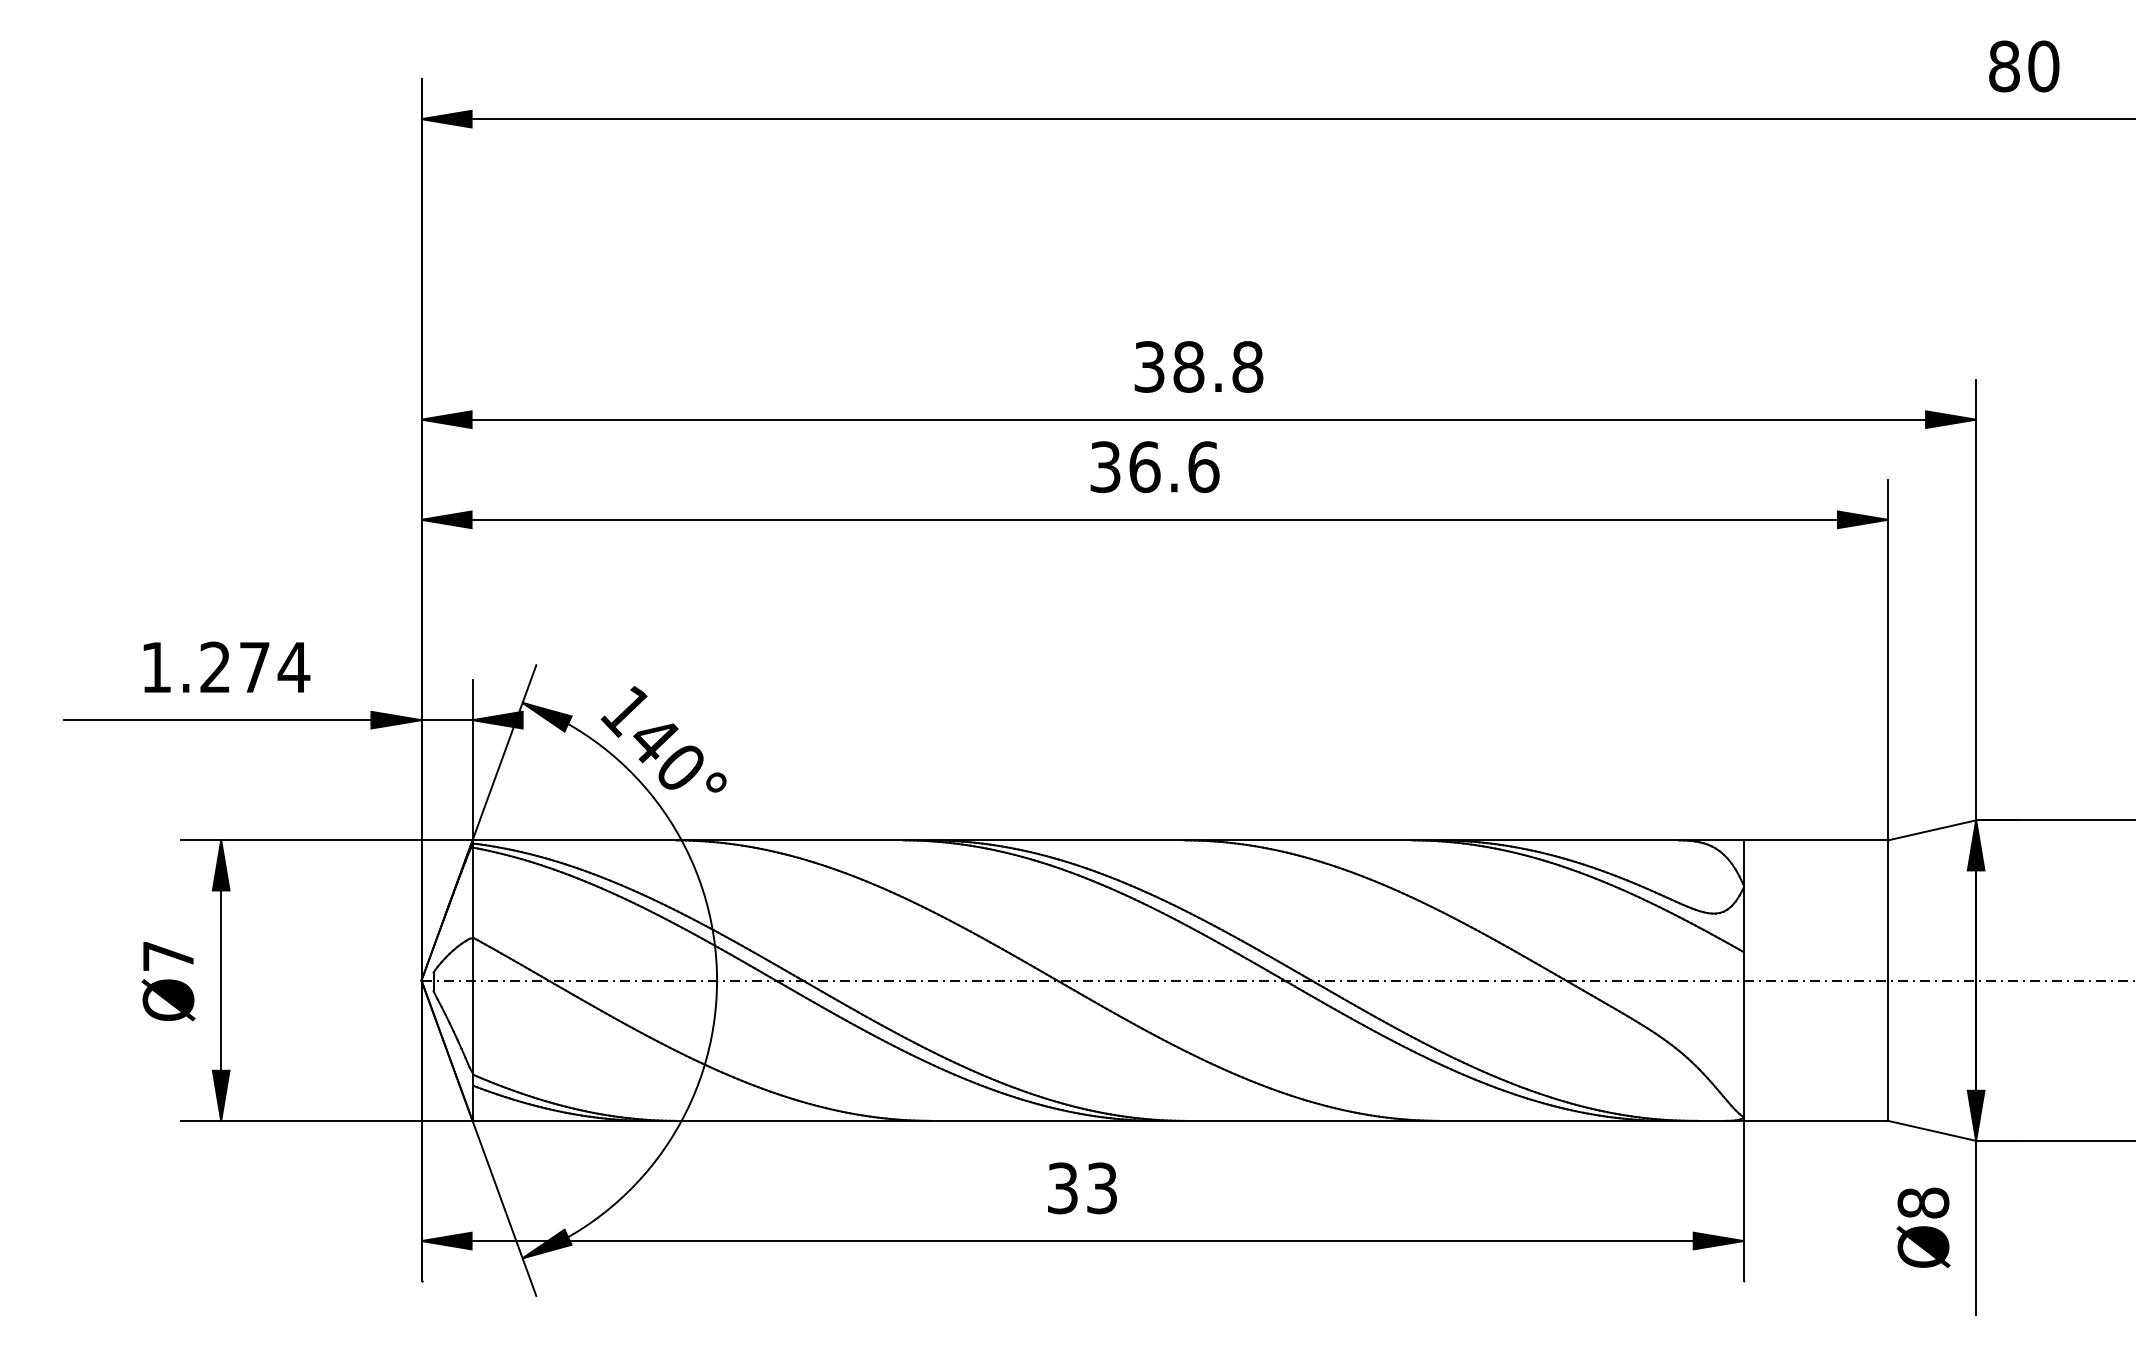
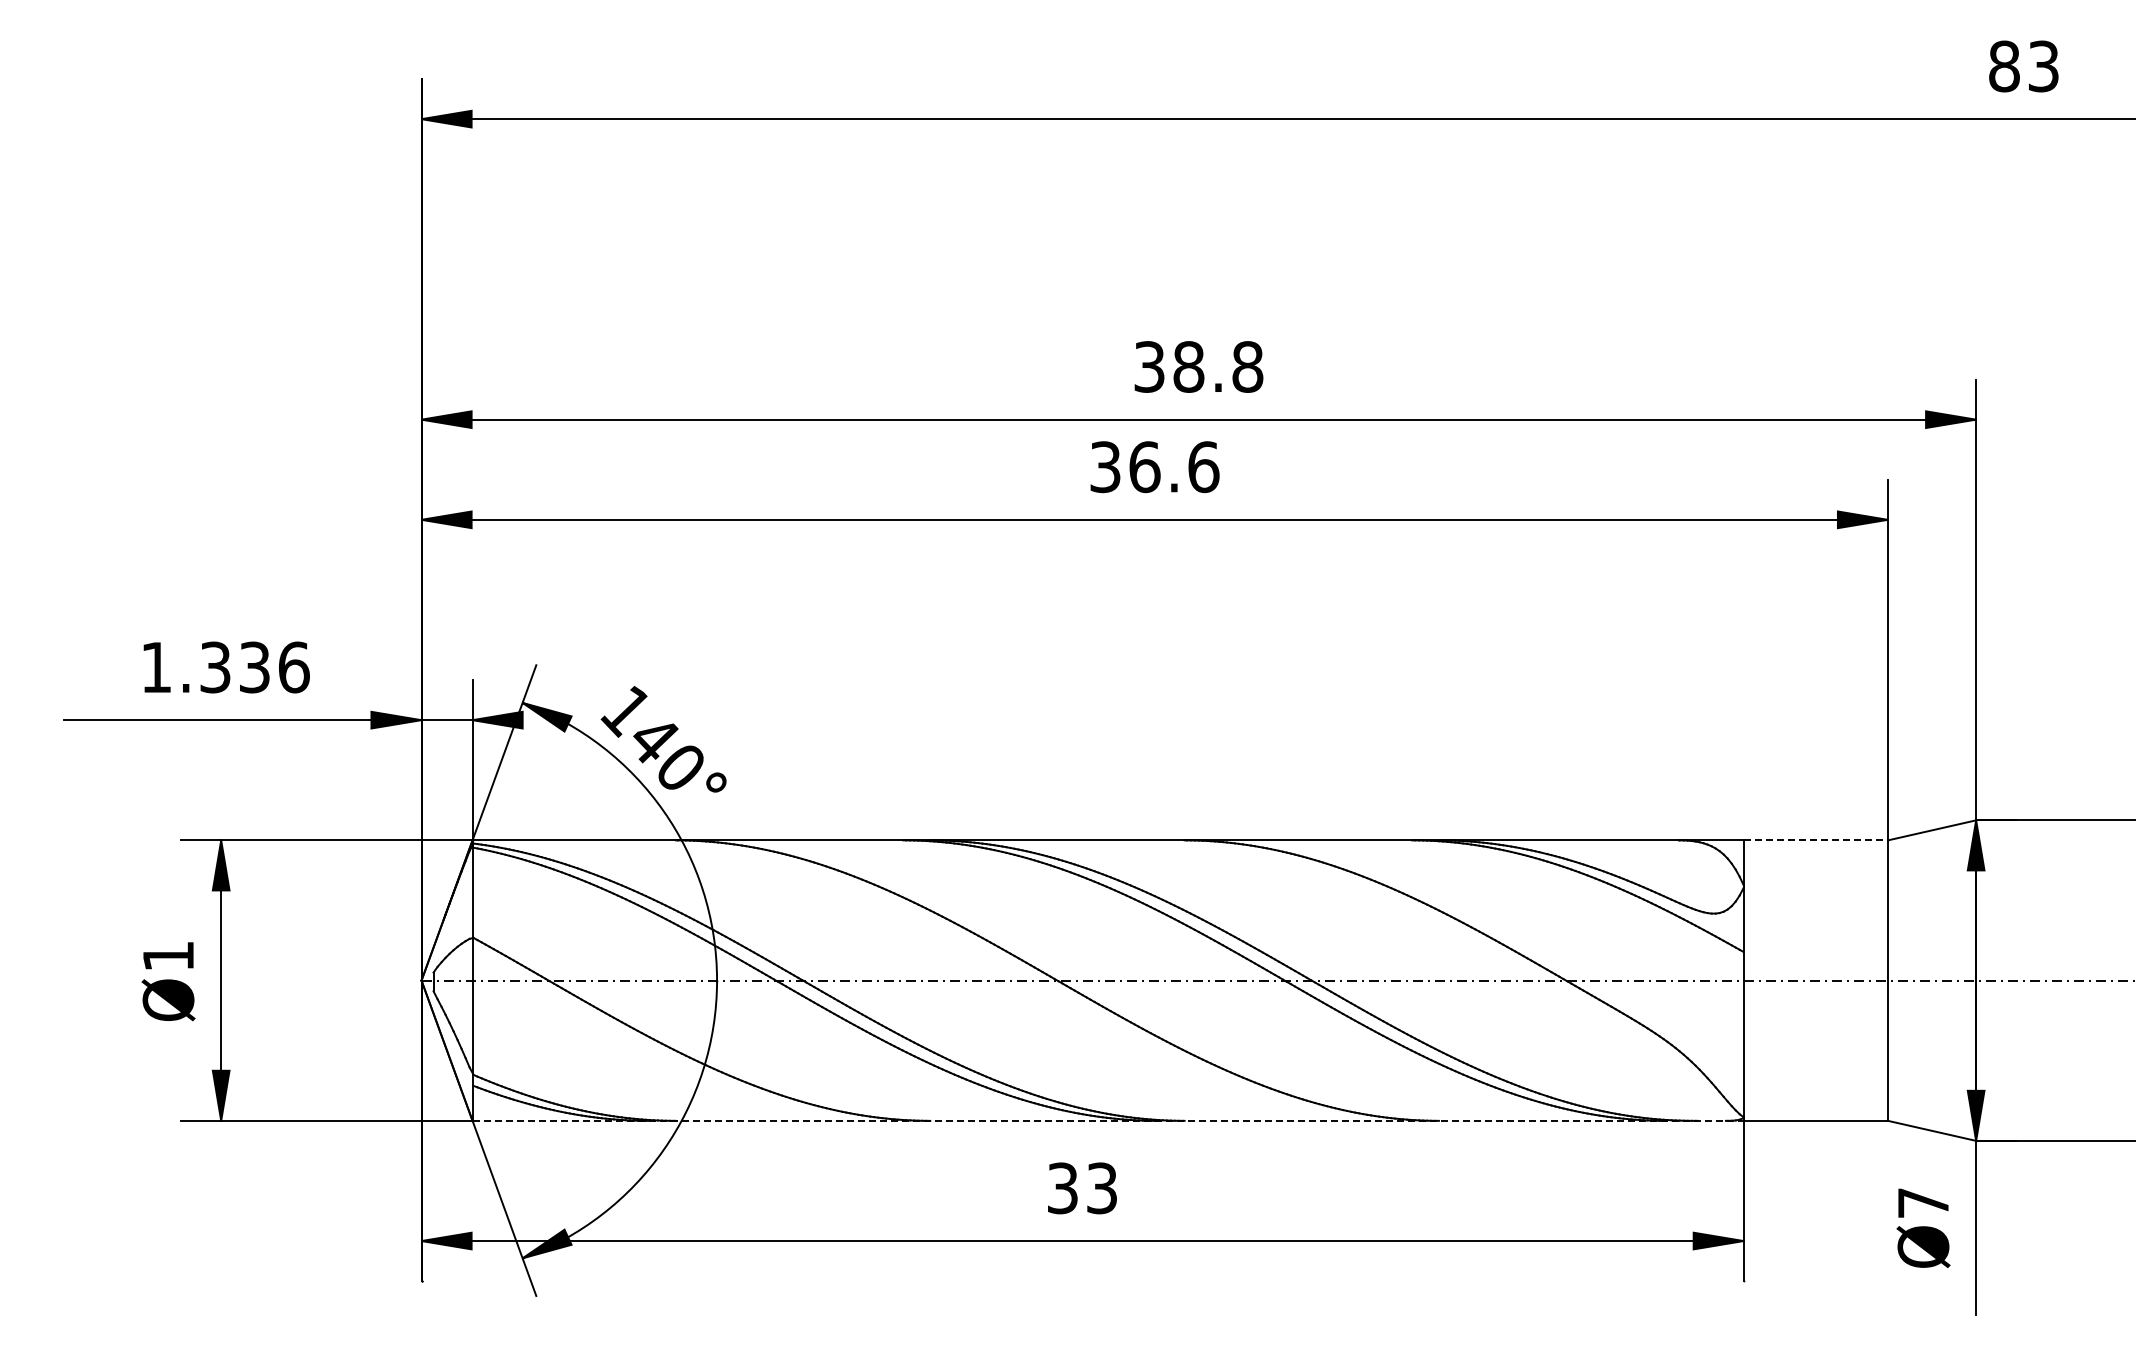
text at (2043, 66): 80 -> 83
text at (255, 667): 1.274 -> 1.336
line at (1816, 840): solid -> dashed
text at (168, 955): Ø7 -> Ø1
line at (1108, 1120): solid -> dashed
text at (1923, 1202): Ø8 -> Ø7
